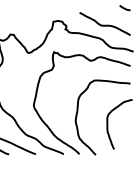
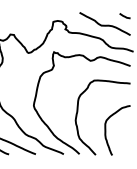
curve at (124, 8) position: (124, 8) -> (124, 16)
curve at (108, 124) position: (108, 124) -> (106, 130)
